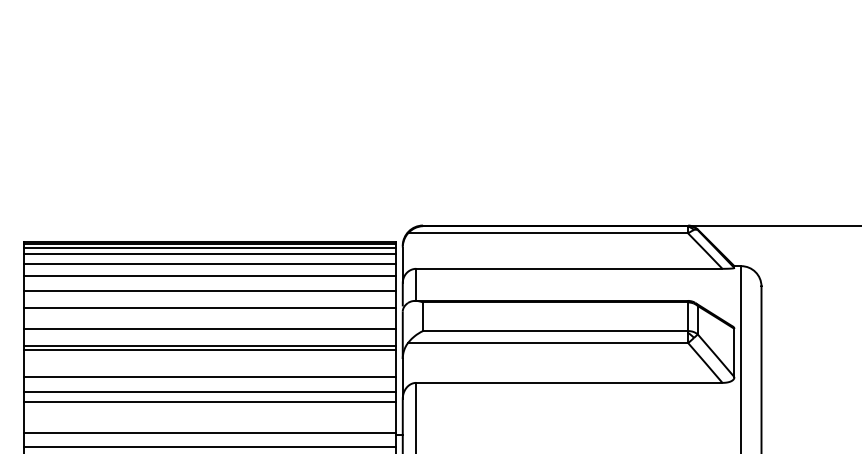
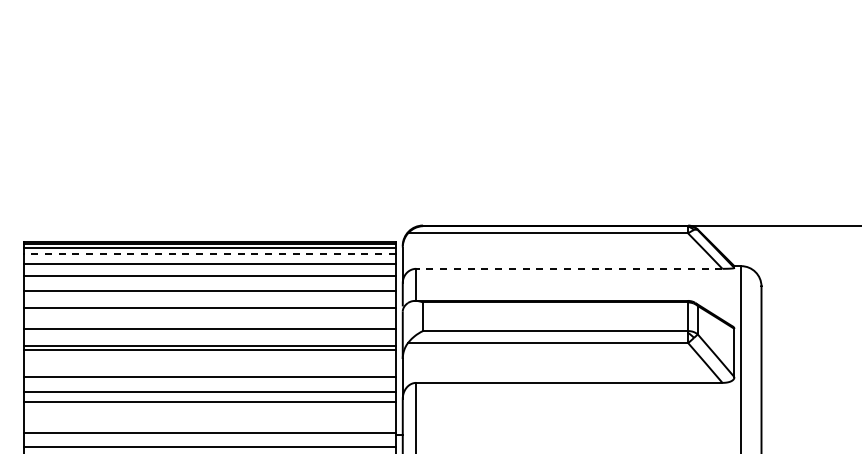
line at (209, 253): solid -> dashed
line at (568, 268): solid -> dashed
